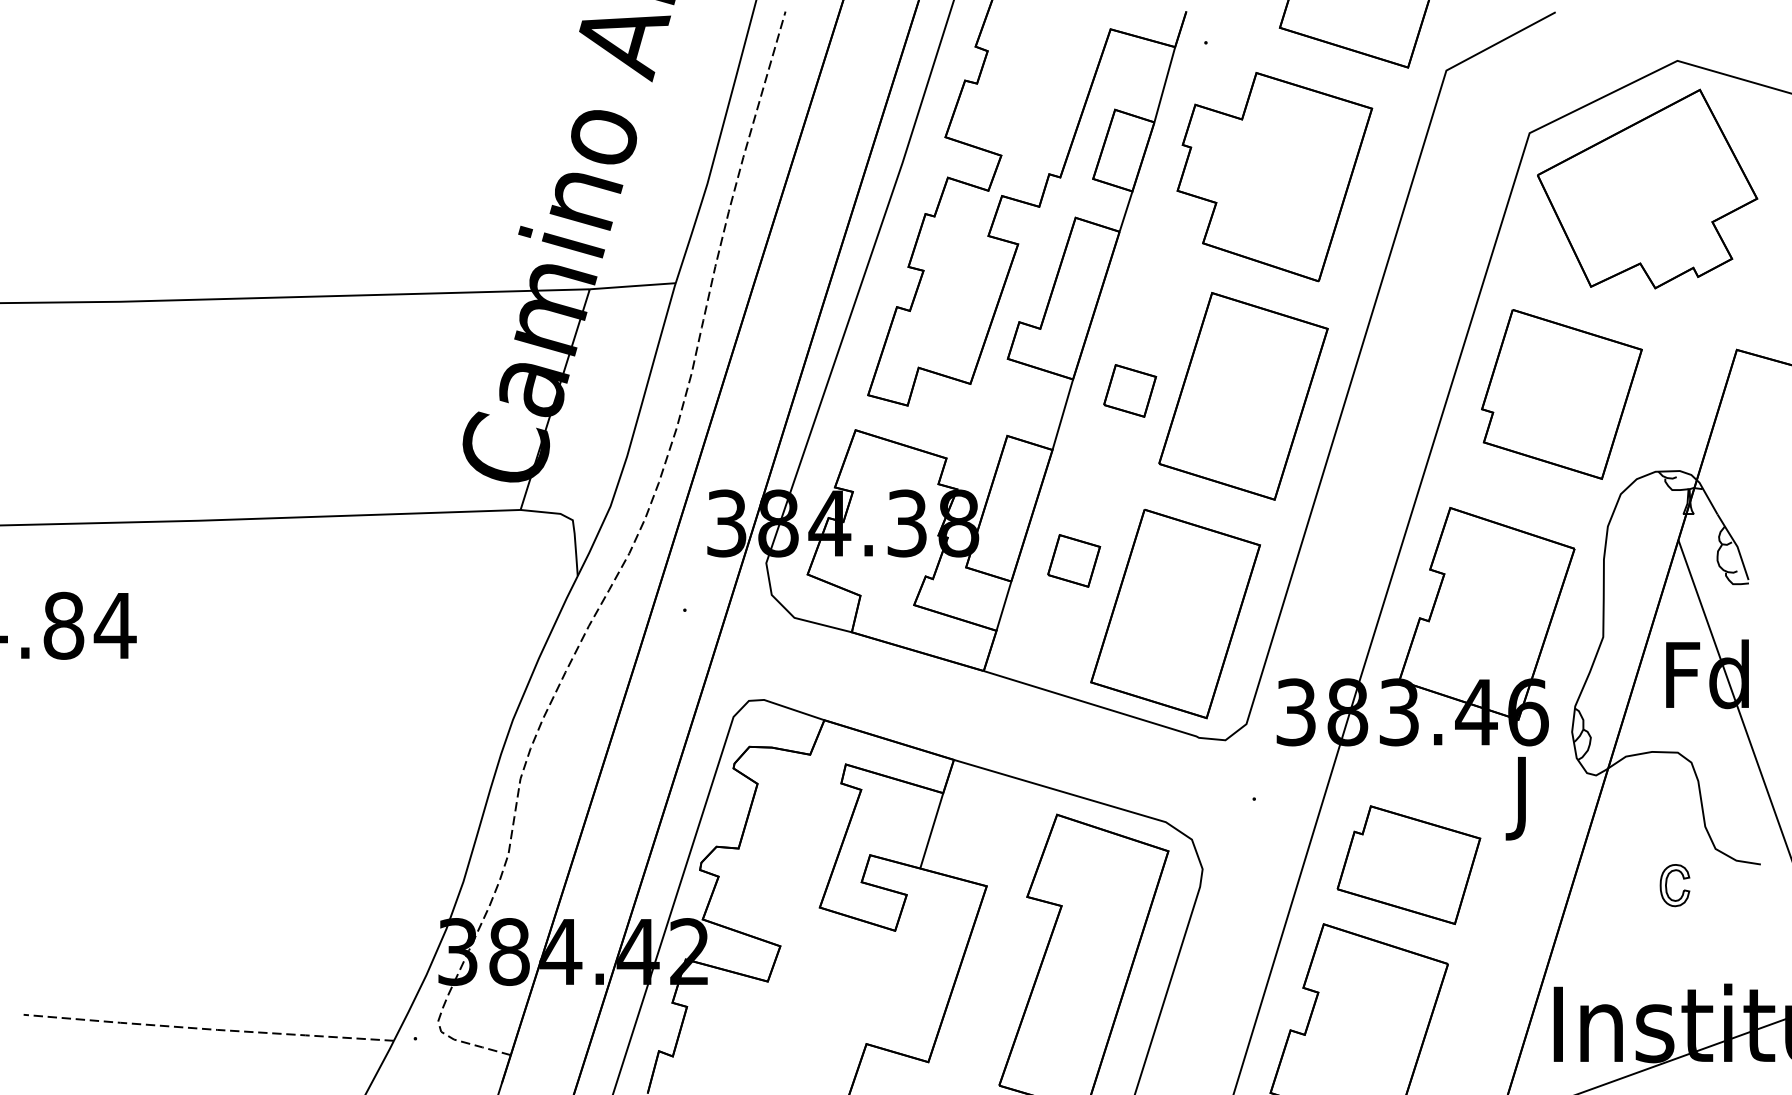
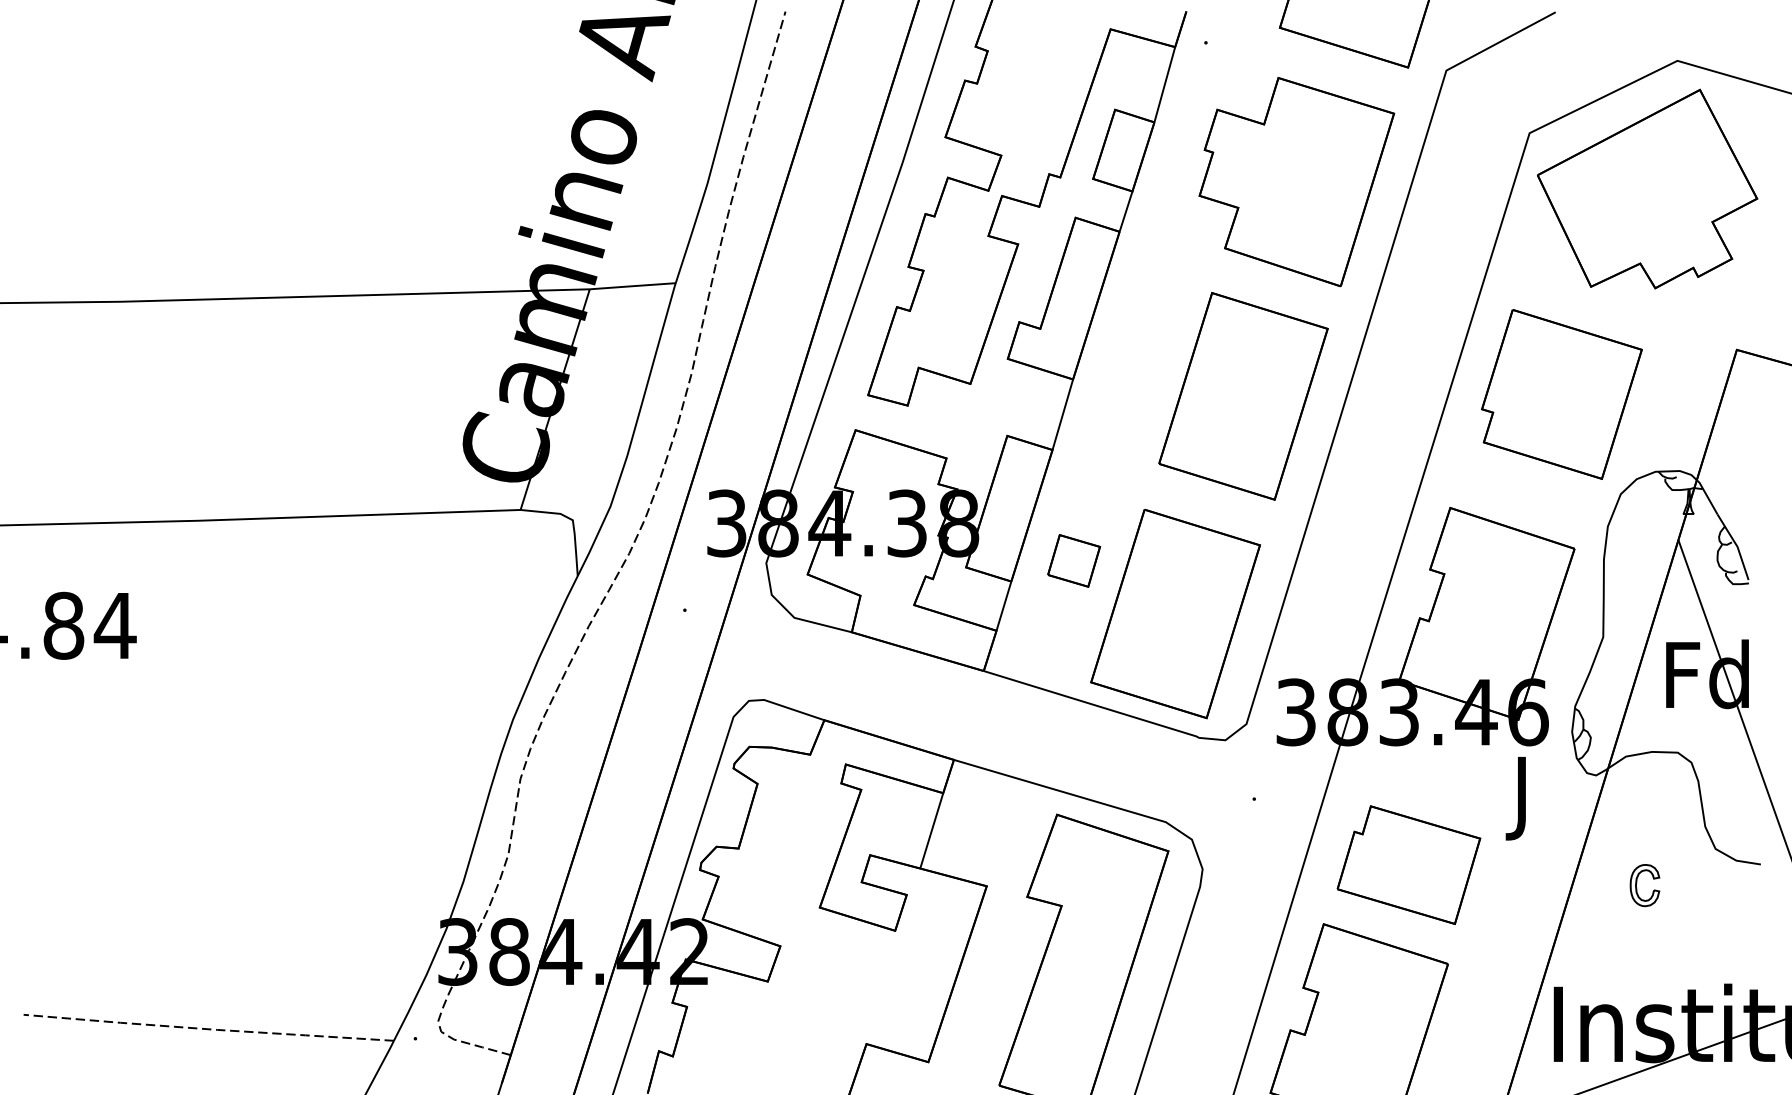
part at (1274, 177) position: (1274, 177) -> (1296, 182)
part at (1130, 390): present -> none
part at (1667, 882) position: (1667, 882) -> (1637, 882)
